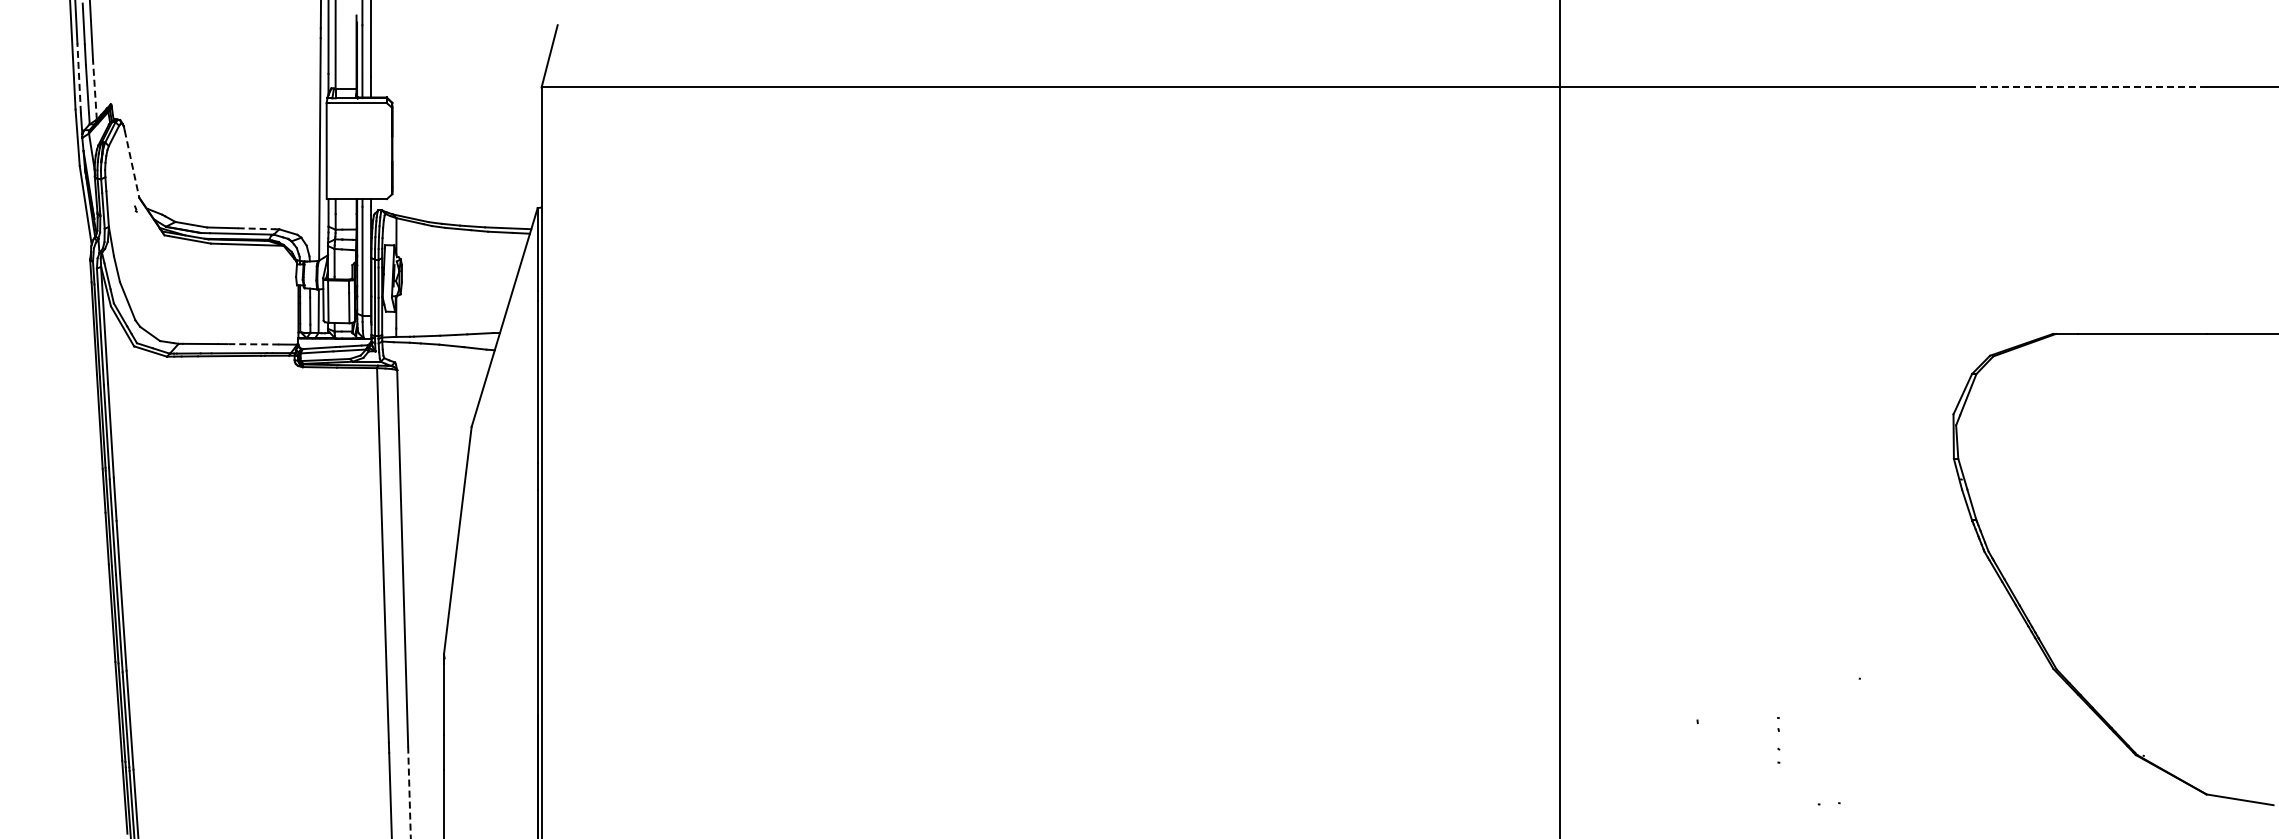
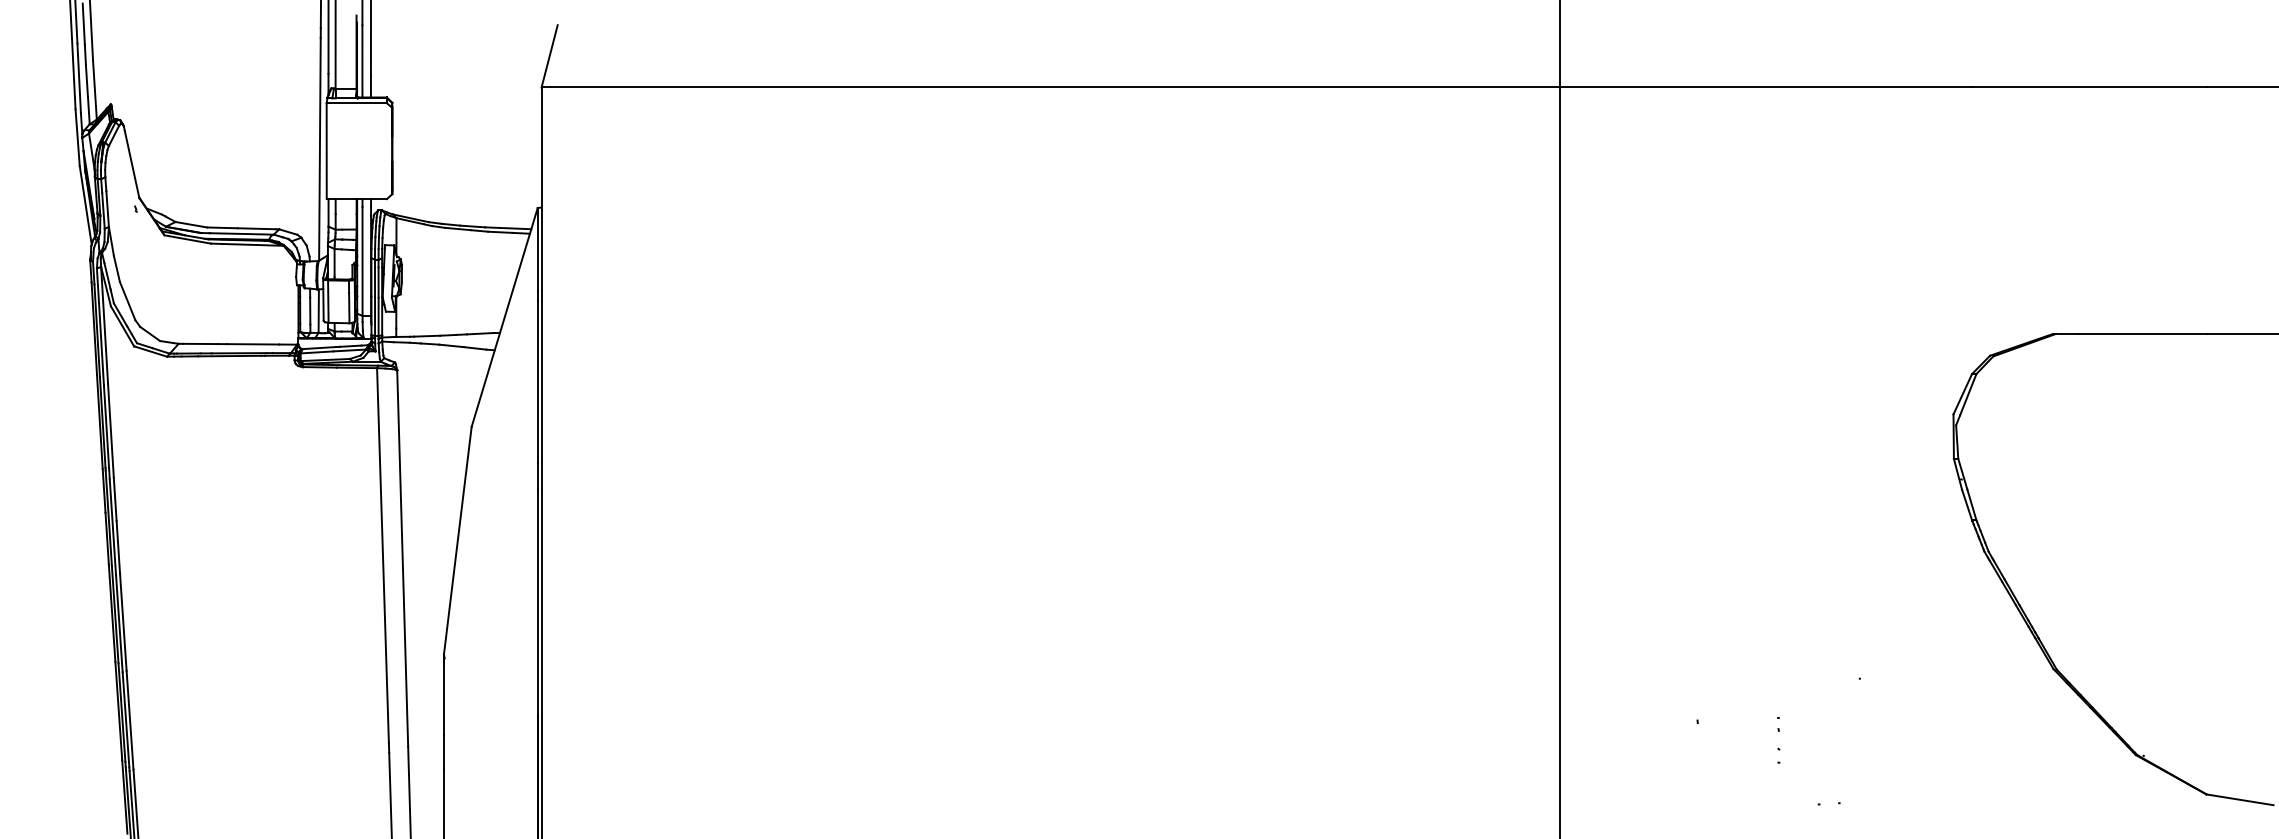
line at (79, 78): dashed -> solid
line at (2088, 87): dashed -> solid
line at (94, 90): dashed -> solid
line at (132, 164): dashed -> solid
line at (257, 228): dashed -> solid
line at (253, 344): dashed -> solid
line at (409, 792): dashed -> solid
